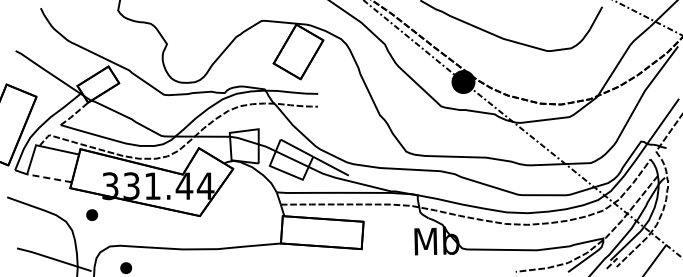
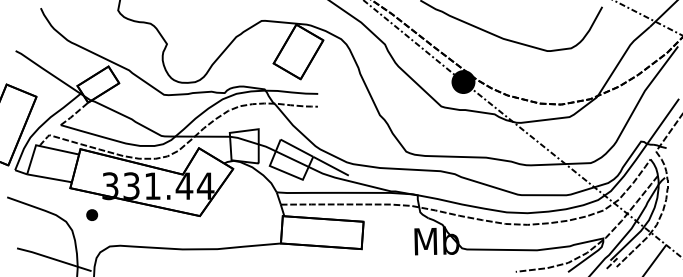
line at (49, 178): dashed -> solid
part at (126, 267): present -> none
